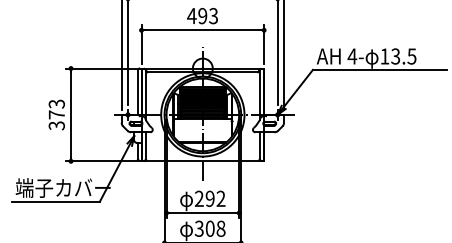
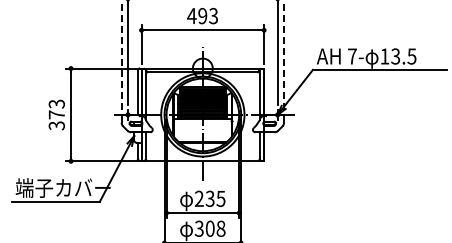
line at (121, 55): solid -> dashed
line at (284, 55): solid -> dashed
text at (352, 56): 4- -> 7-
text at (215, 198): 292 -> 235
